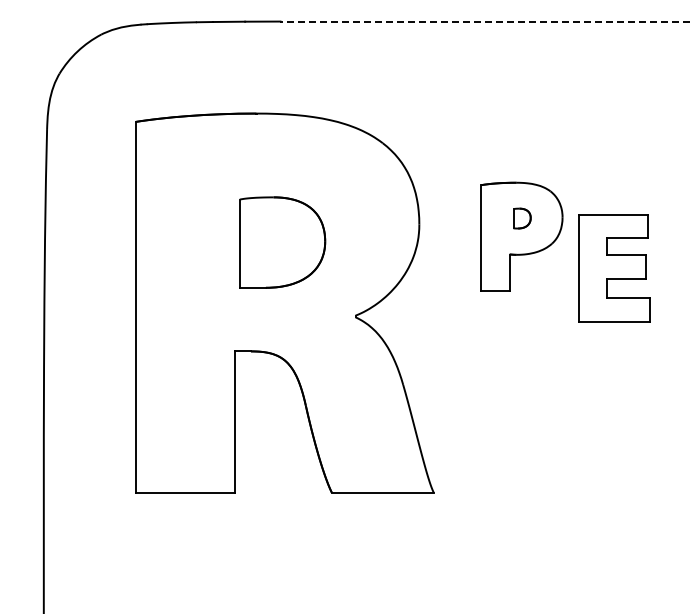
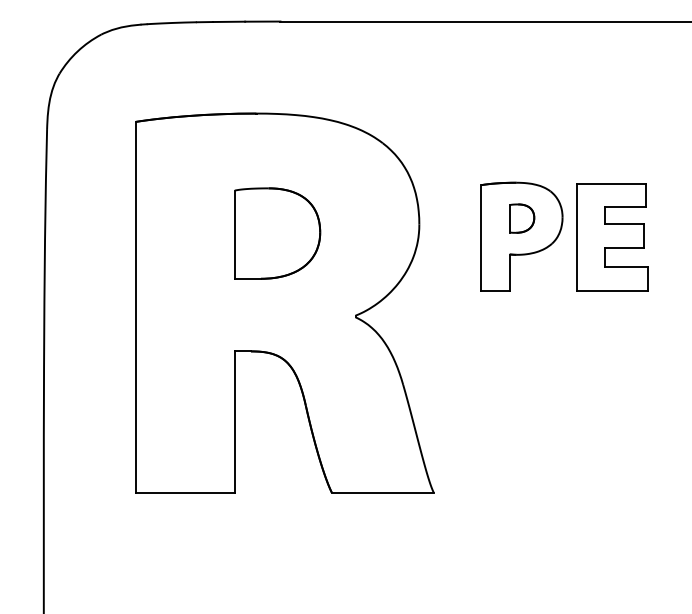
line at (486, 21): dashed -> solid
part at (522, 218) size: 19x23 px -> 27x31 px
part at (282, 242) position: (282, 242) -> (277, 233)
part at (614, 268) position: (614, 268) -> (612, 237)
